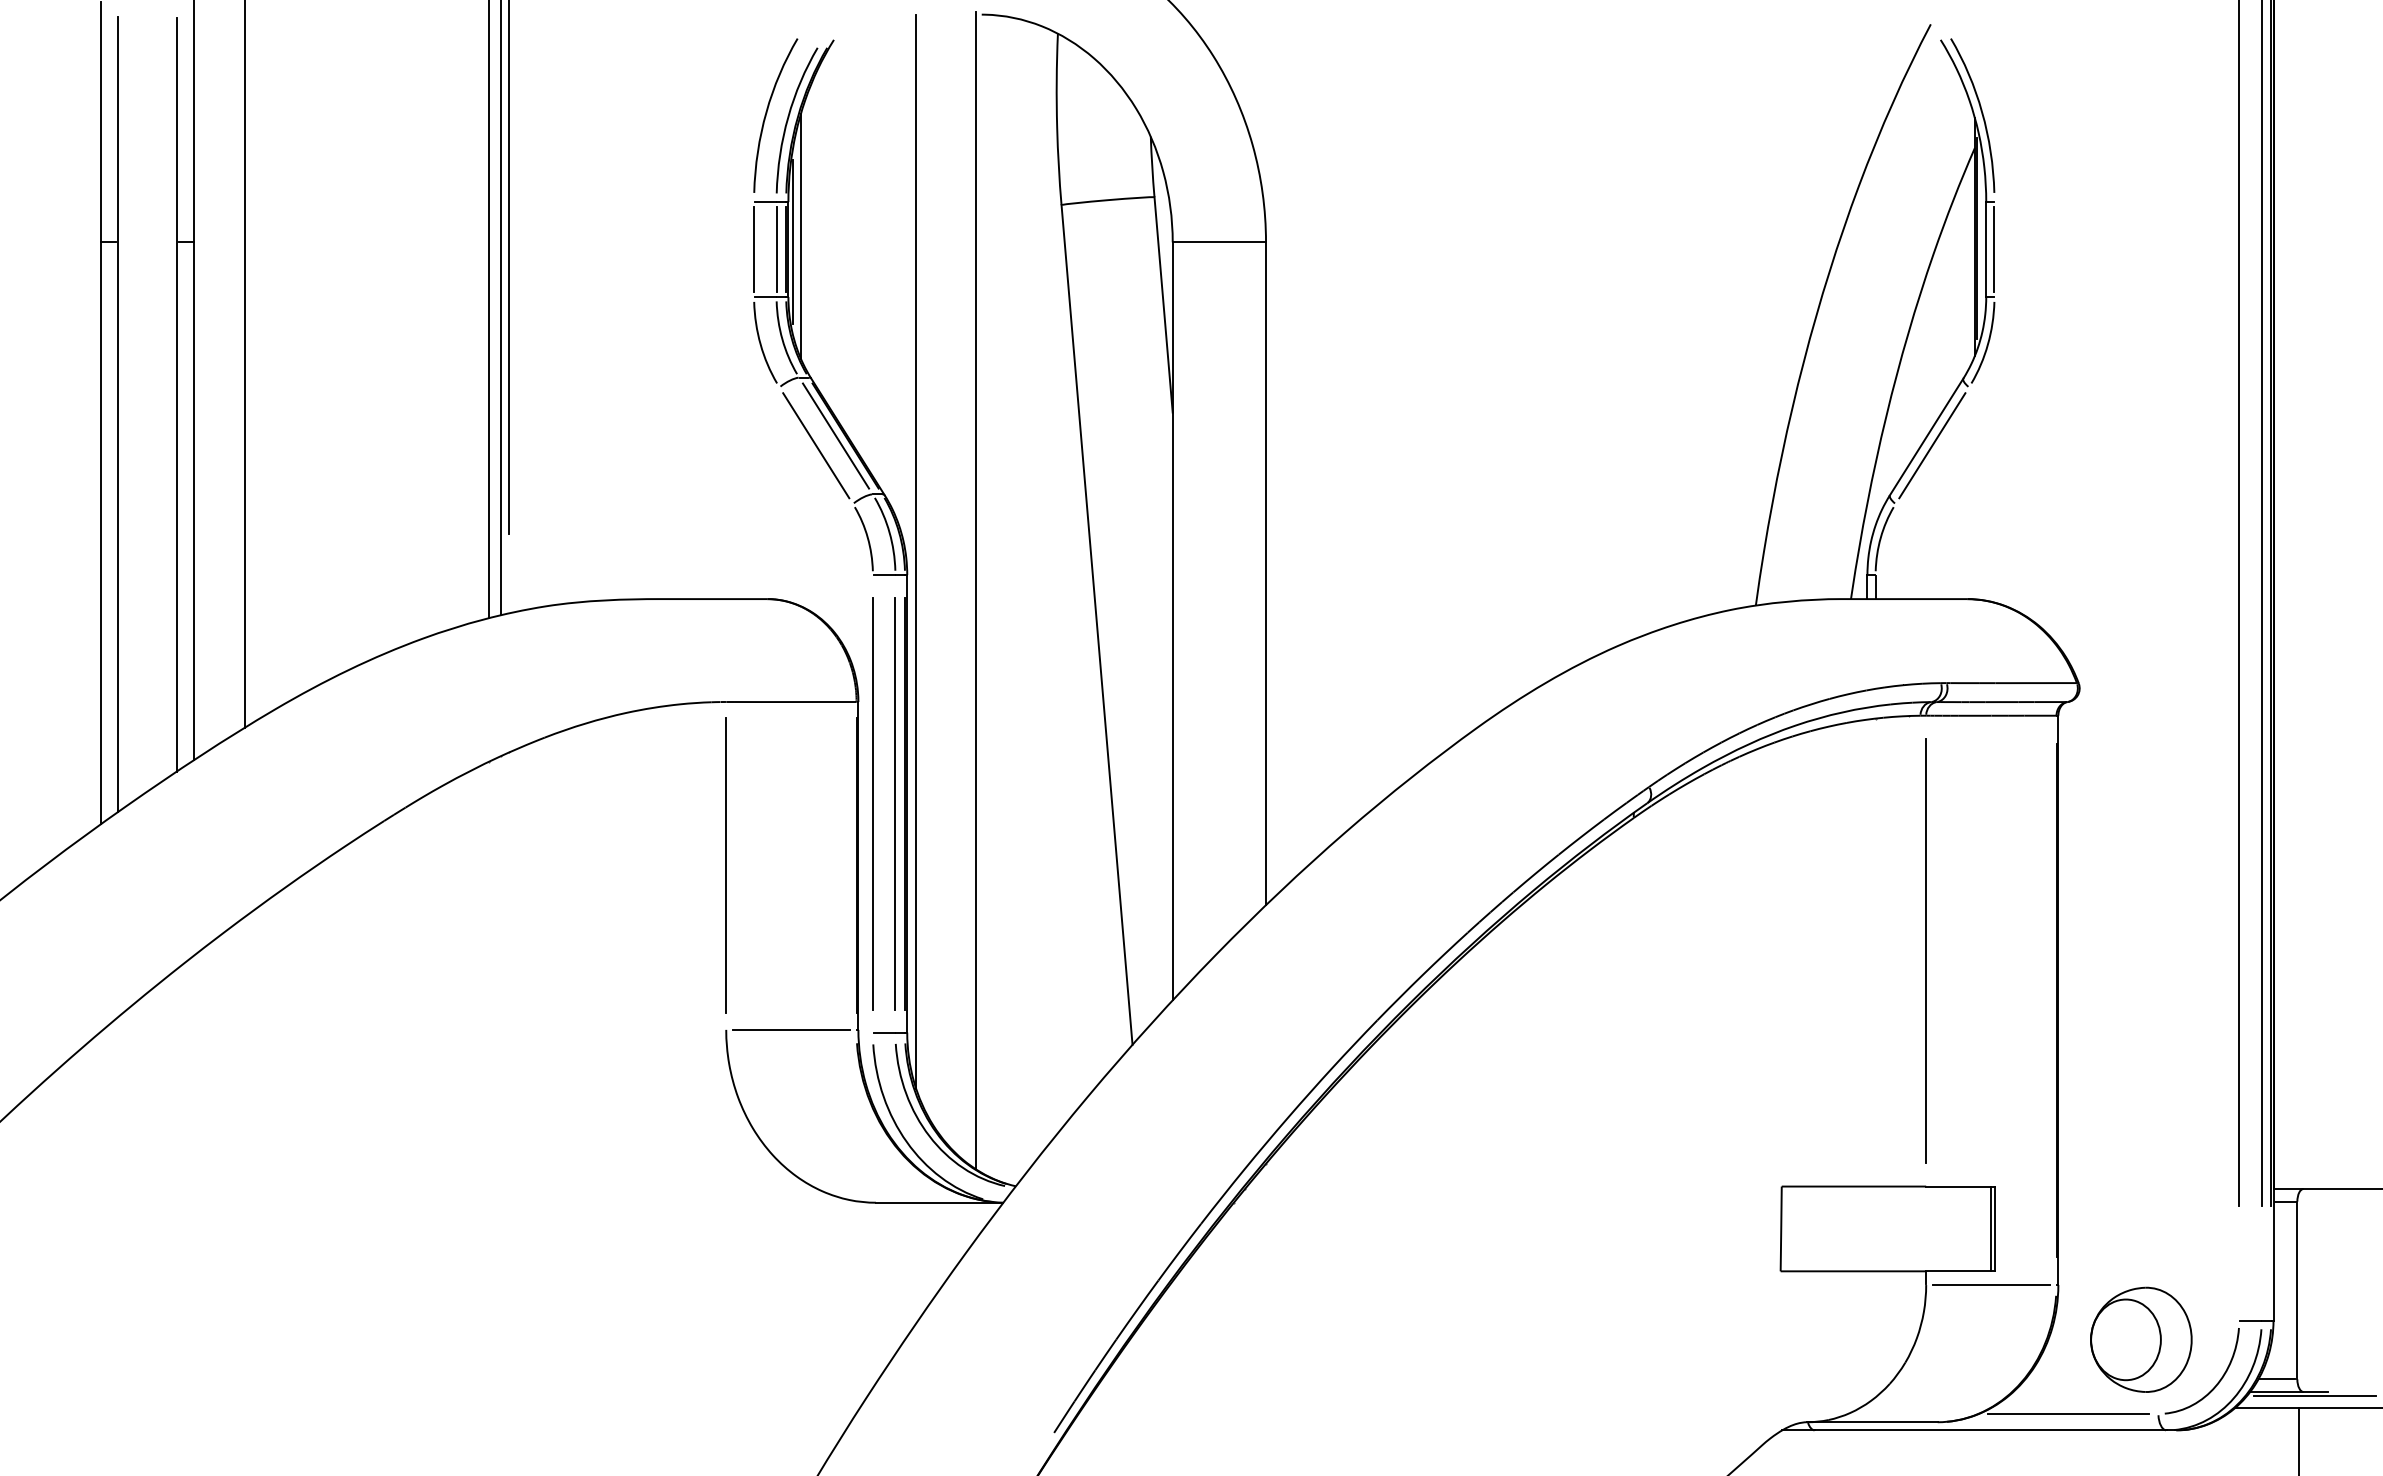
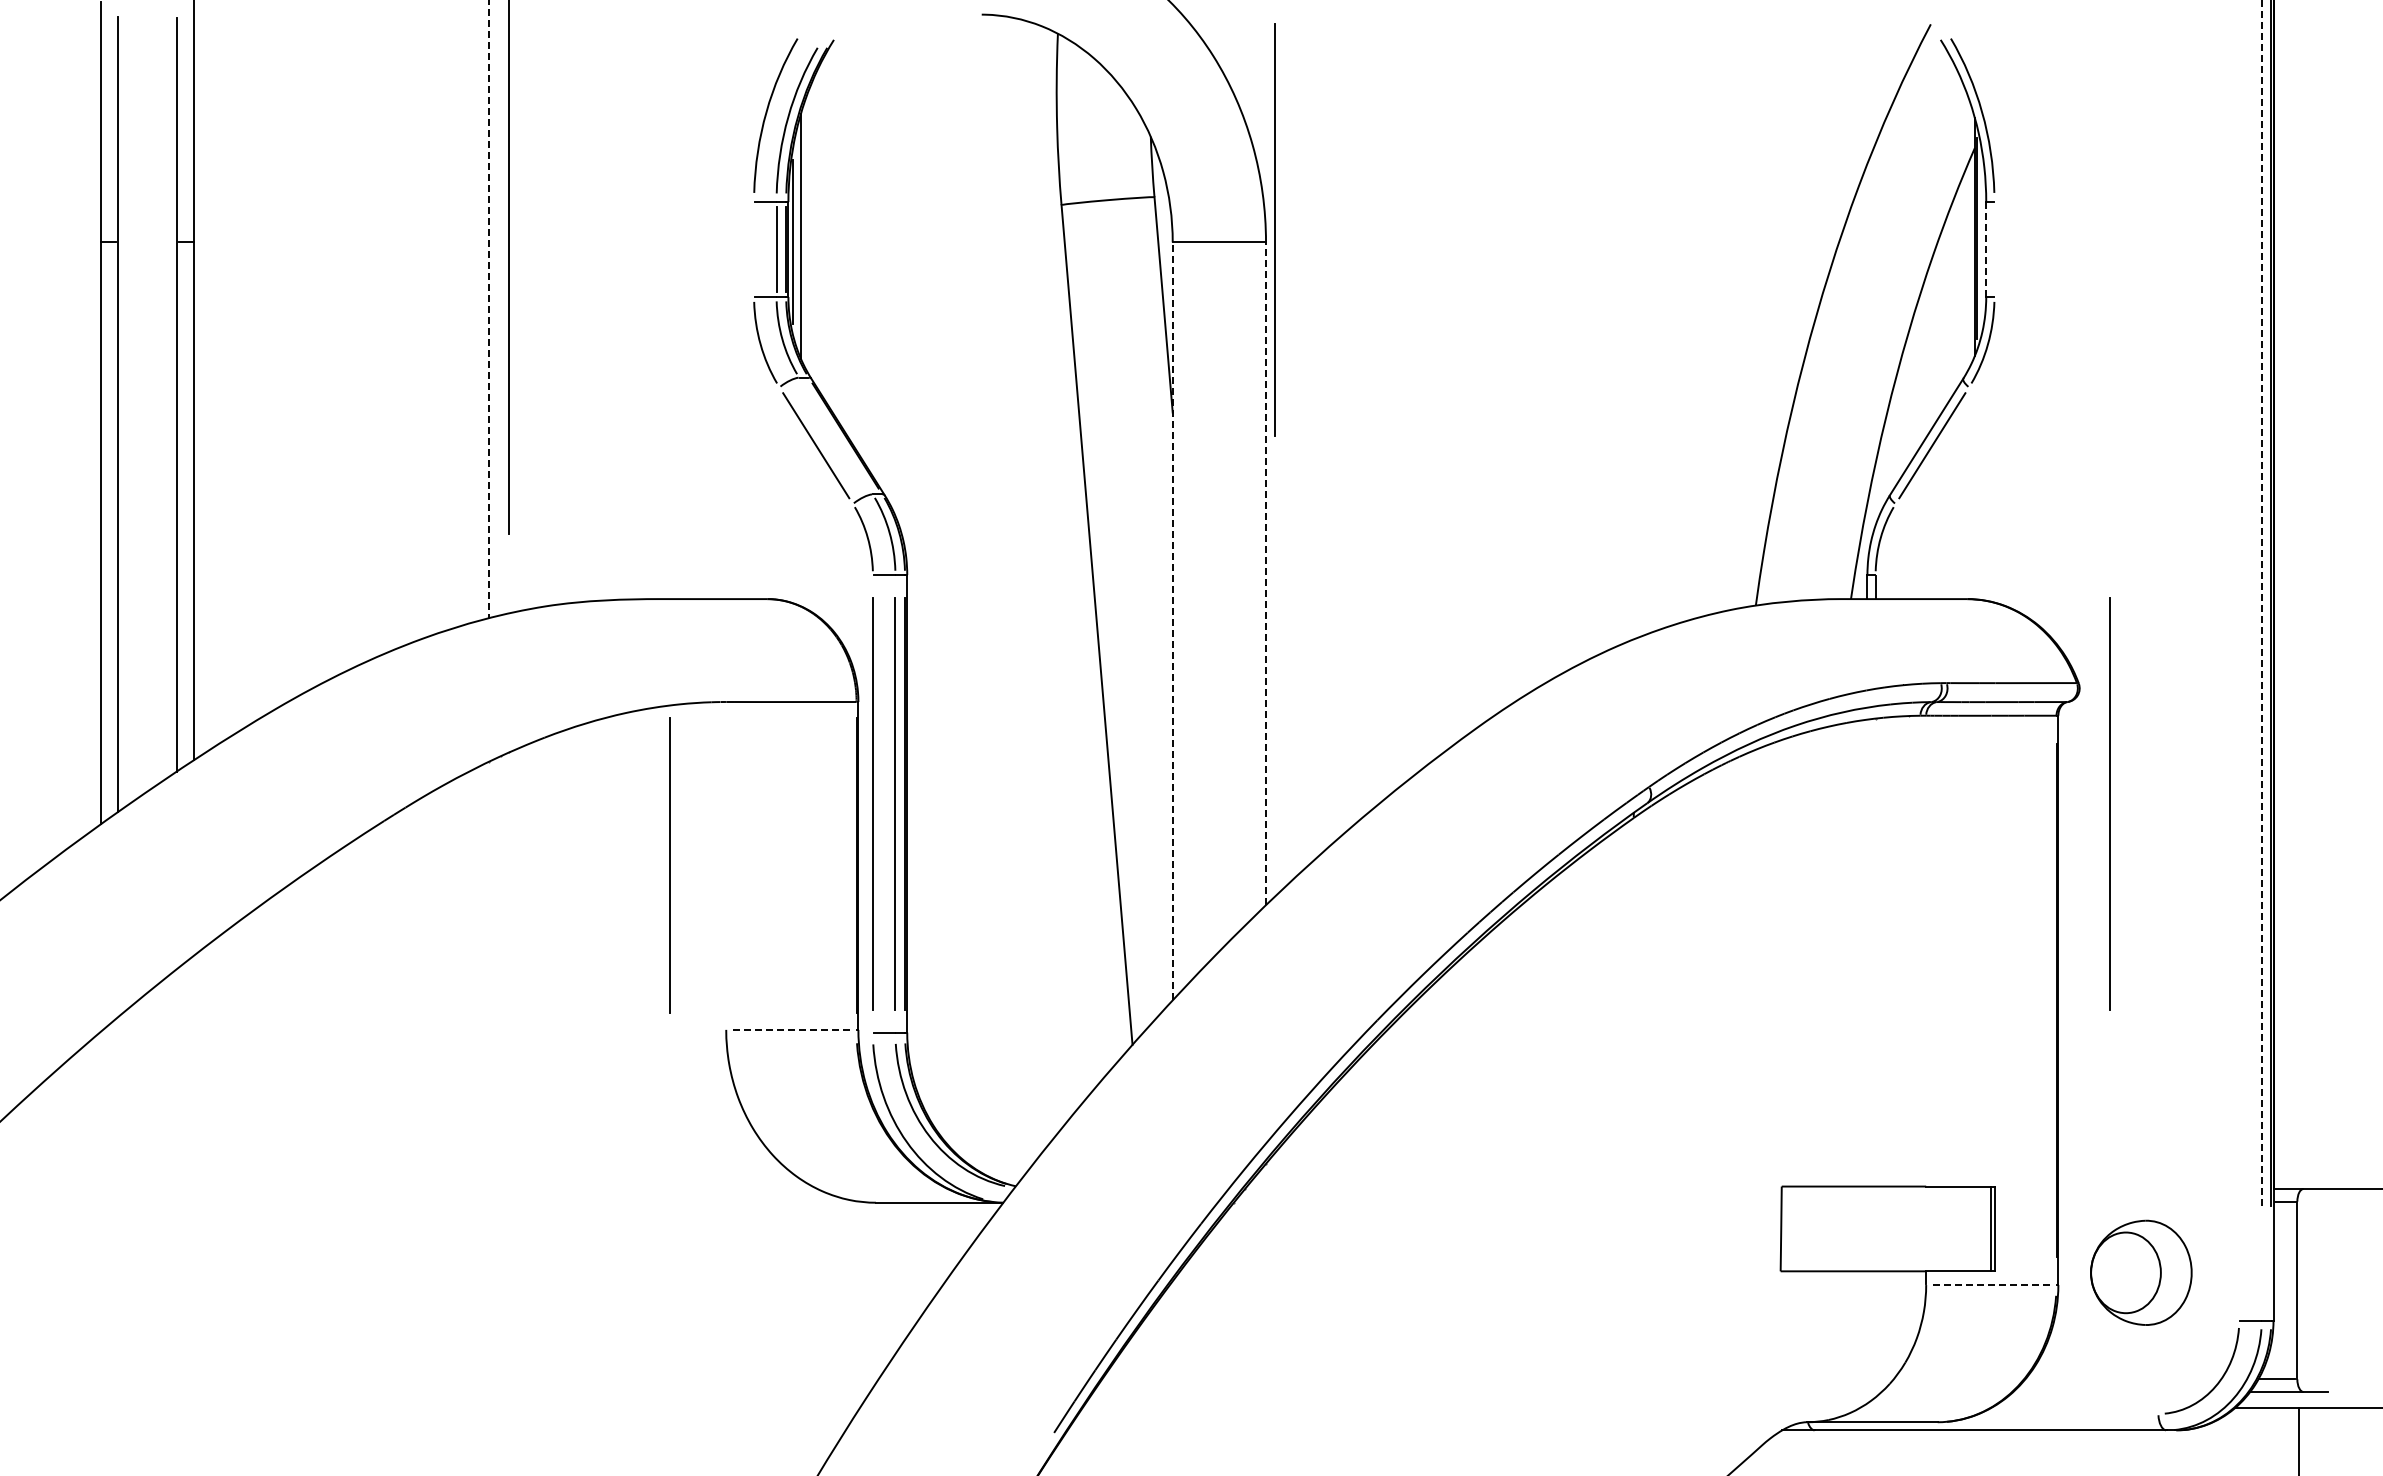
line at (1274, 229): none -> present
line at (754, 249): present -> none
line at (1986, 249): solid -> dashed
line at (1994, 249): present -> none
line at (501, 308): present -> none
line at (488, 309): solid -> dashed
line at (244, 364): present -> none
line at (835, 435): present -> none
line at (916, 551): present -> none
line at (1266, 573): solid -> dashed
line at (975, 590): present -> none
line at (2239, 603): present -> none
line at (2261, 603): solid -> dashed
line at (1172, 621): solid -> dashed
line at (2109, 803): none -> present
line at (725, 865) position: (725, 865) -> (669, 865)
line at (1925, 950): present -> none
line at (791, 1029): solid -> dashed
line at (1991, 1285): solid -> dashed
part at (2141, 1339) position: (2141, 1339) -> (2141, 1272)
line at (2314, 1395): present -> none
line at (2068, 1413): present -> none
